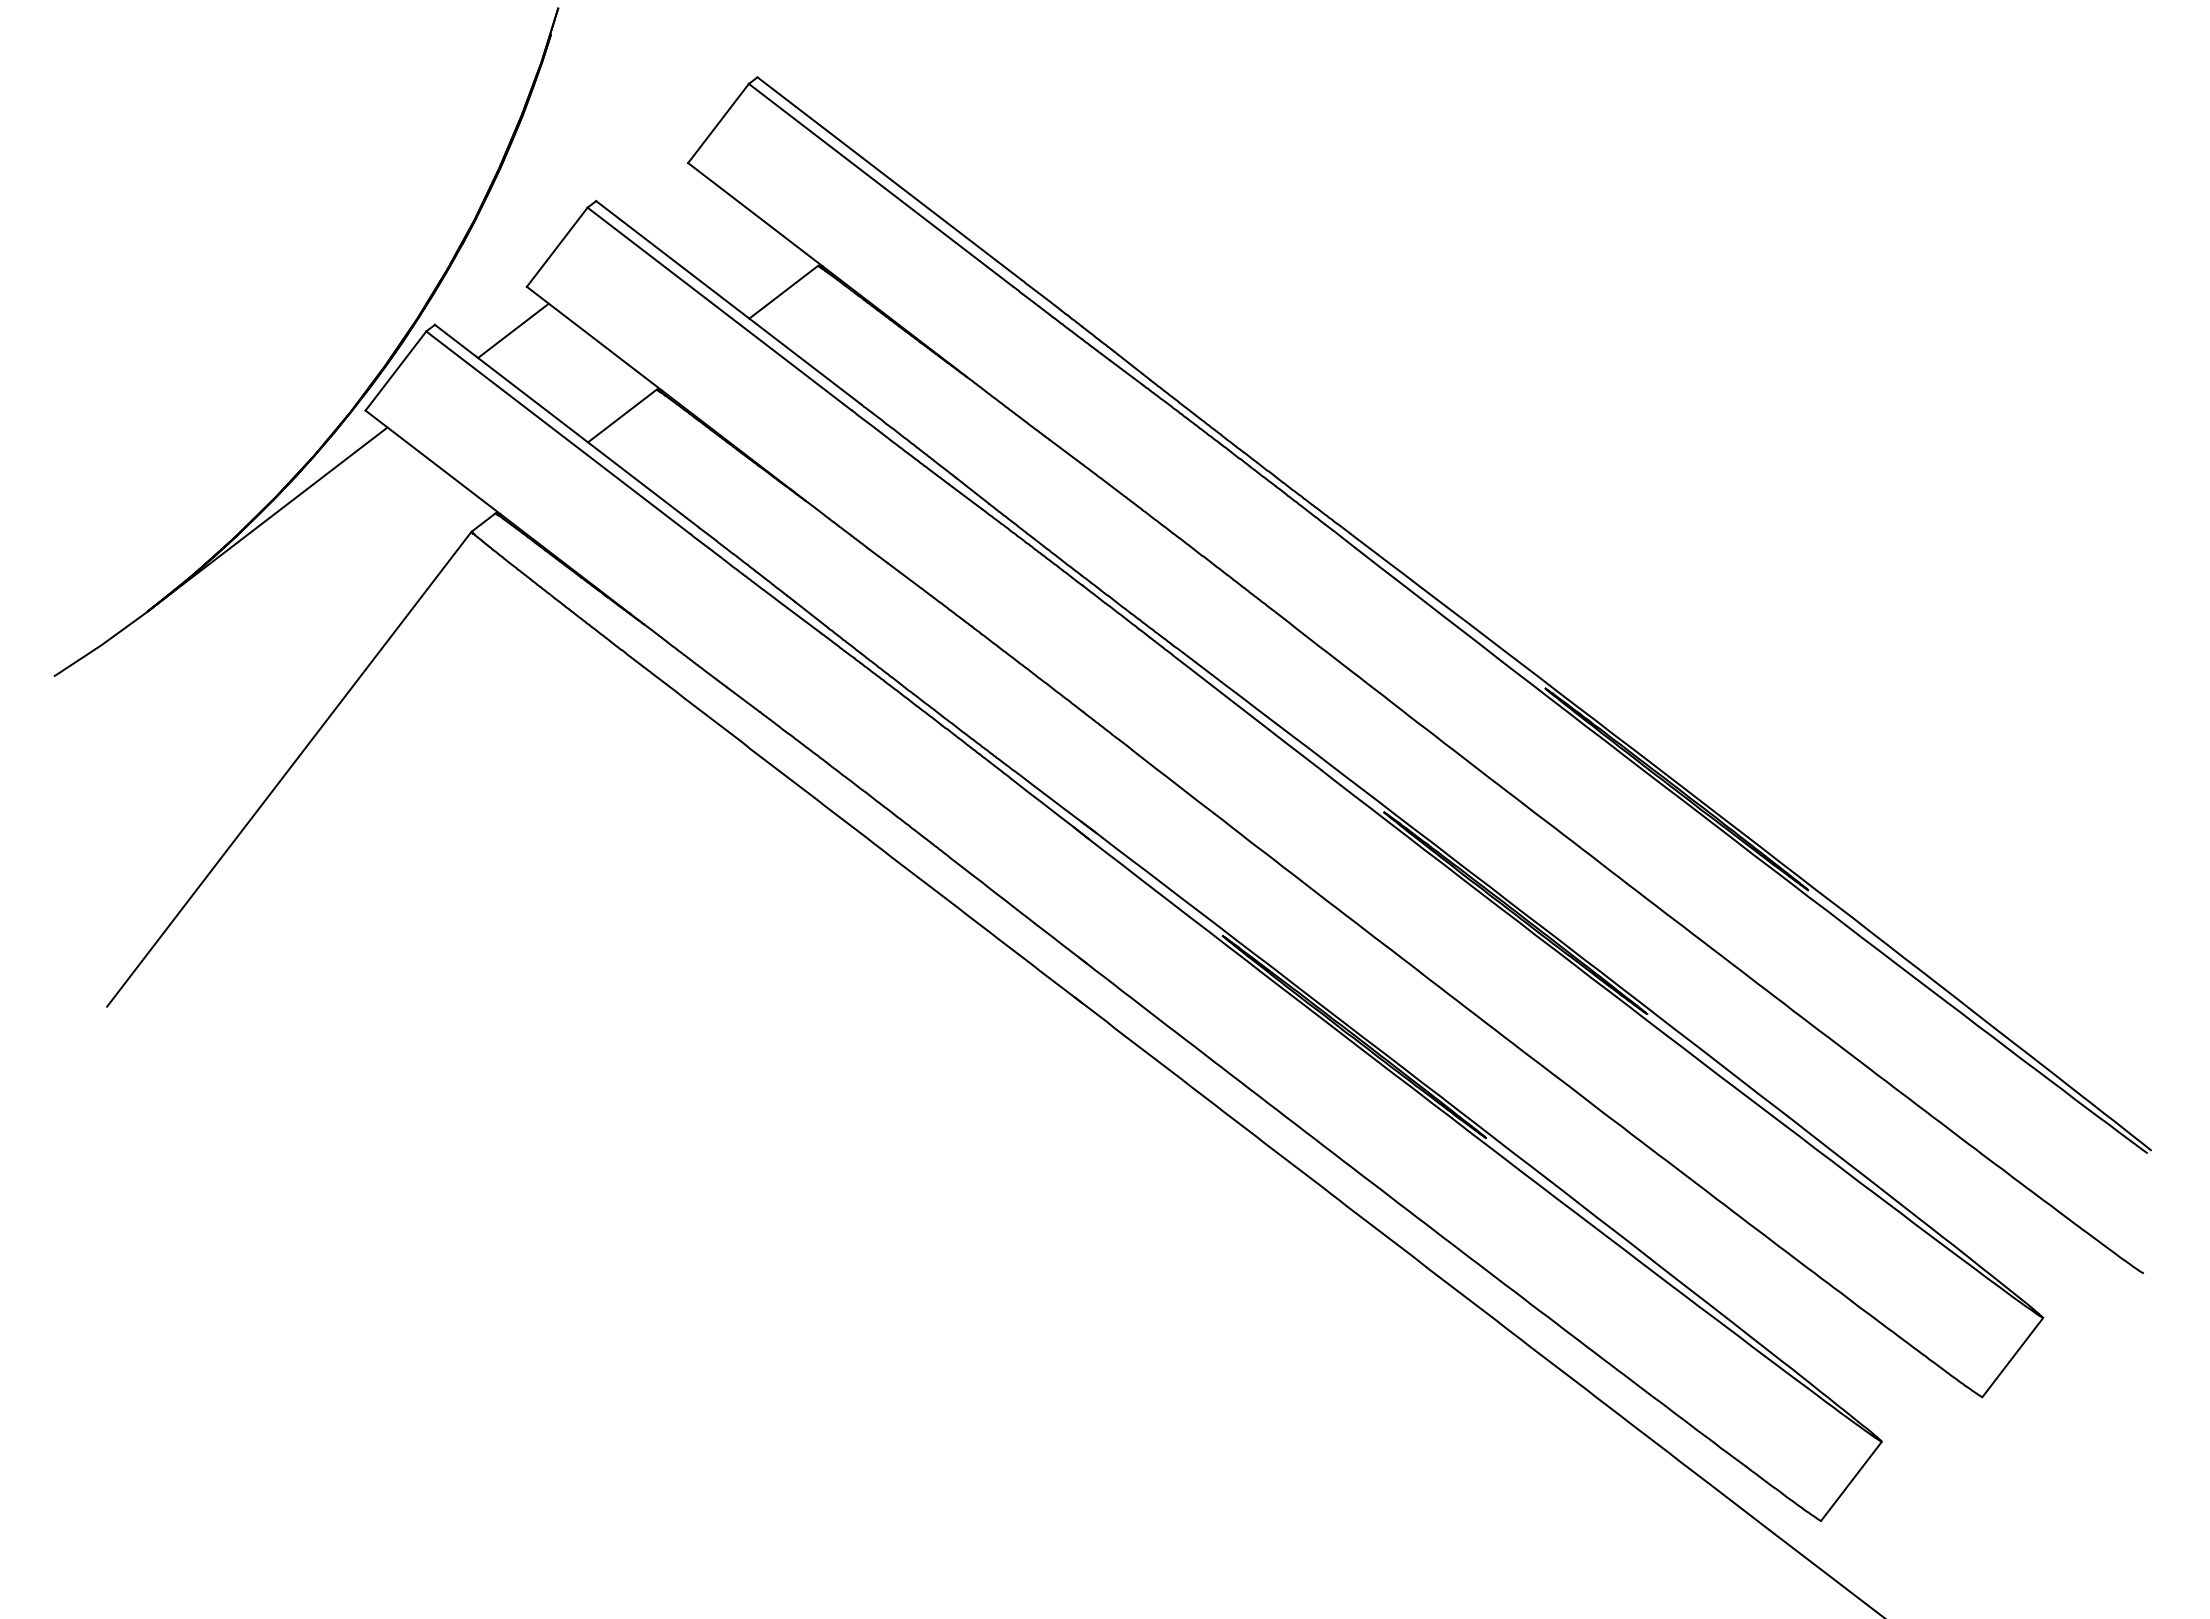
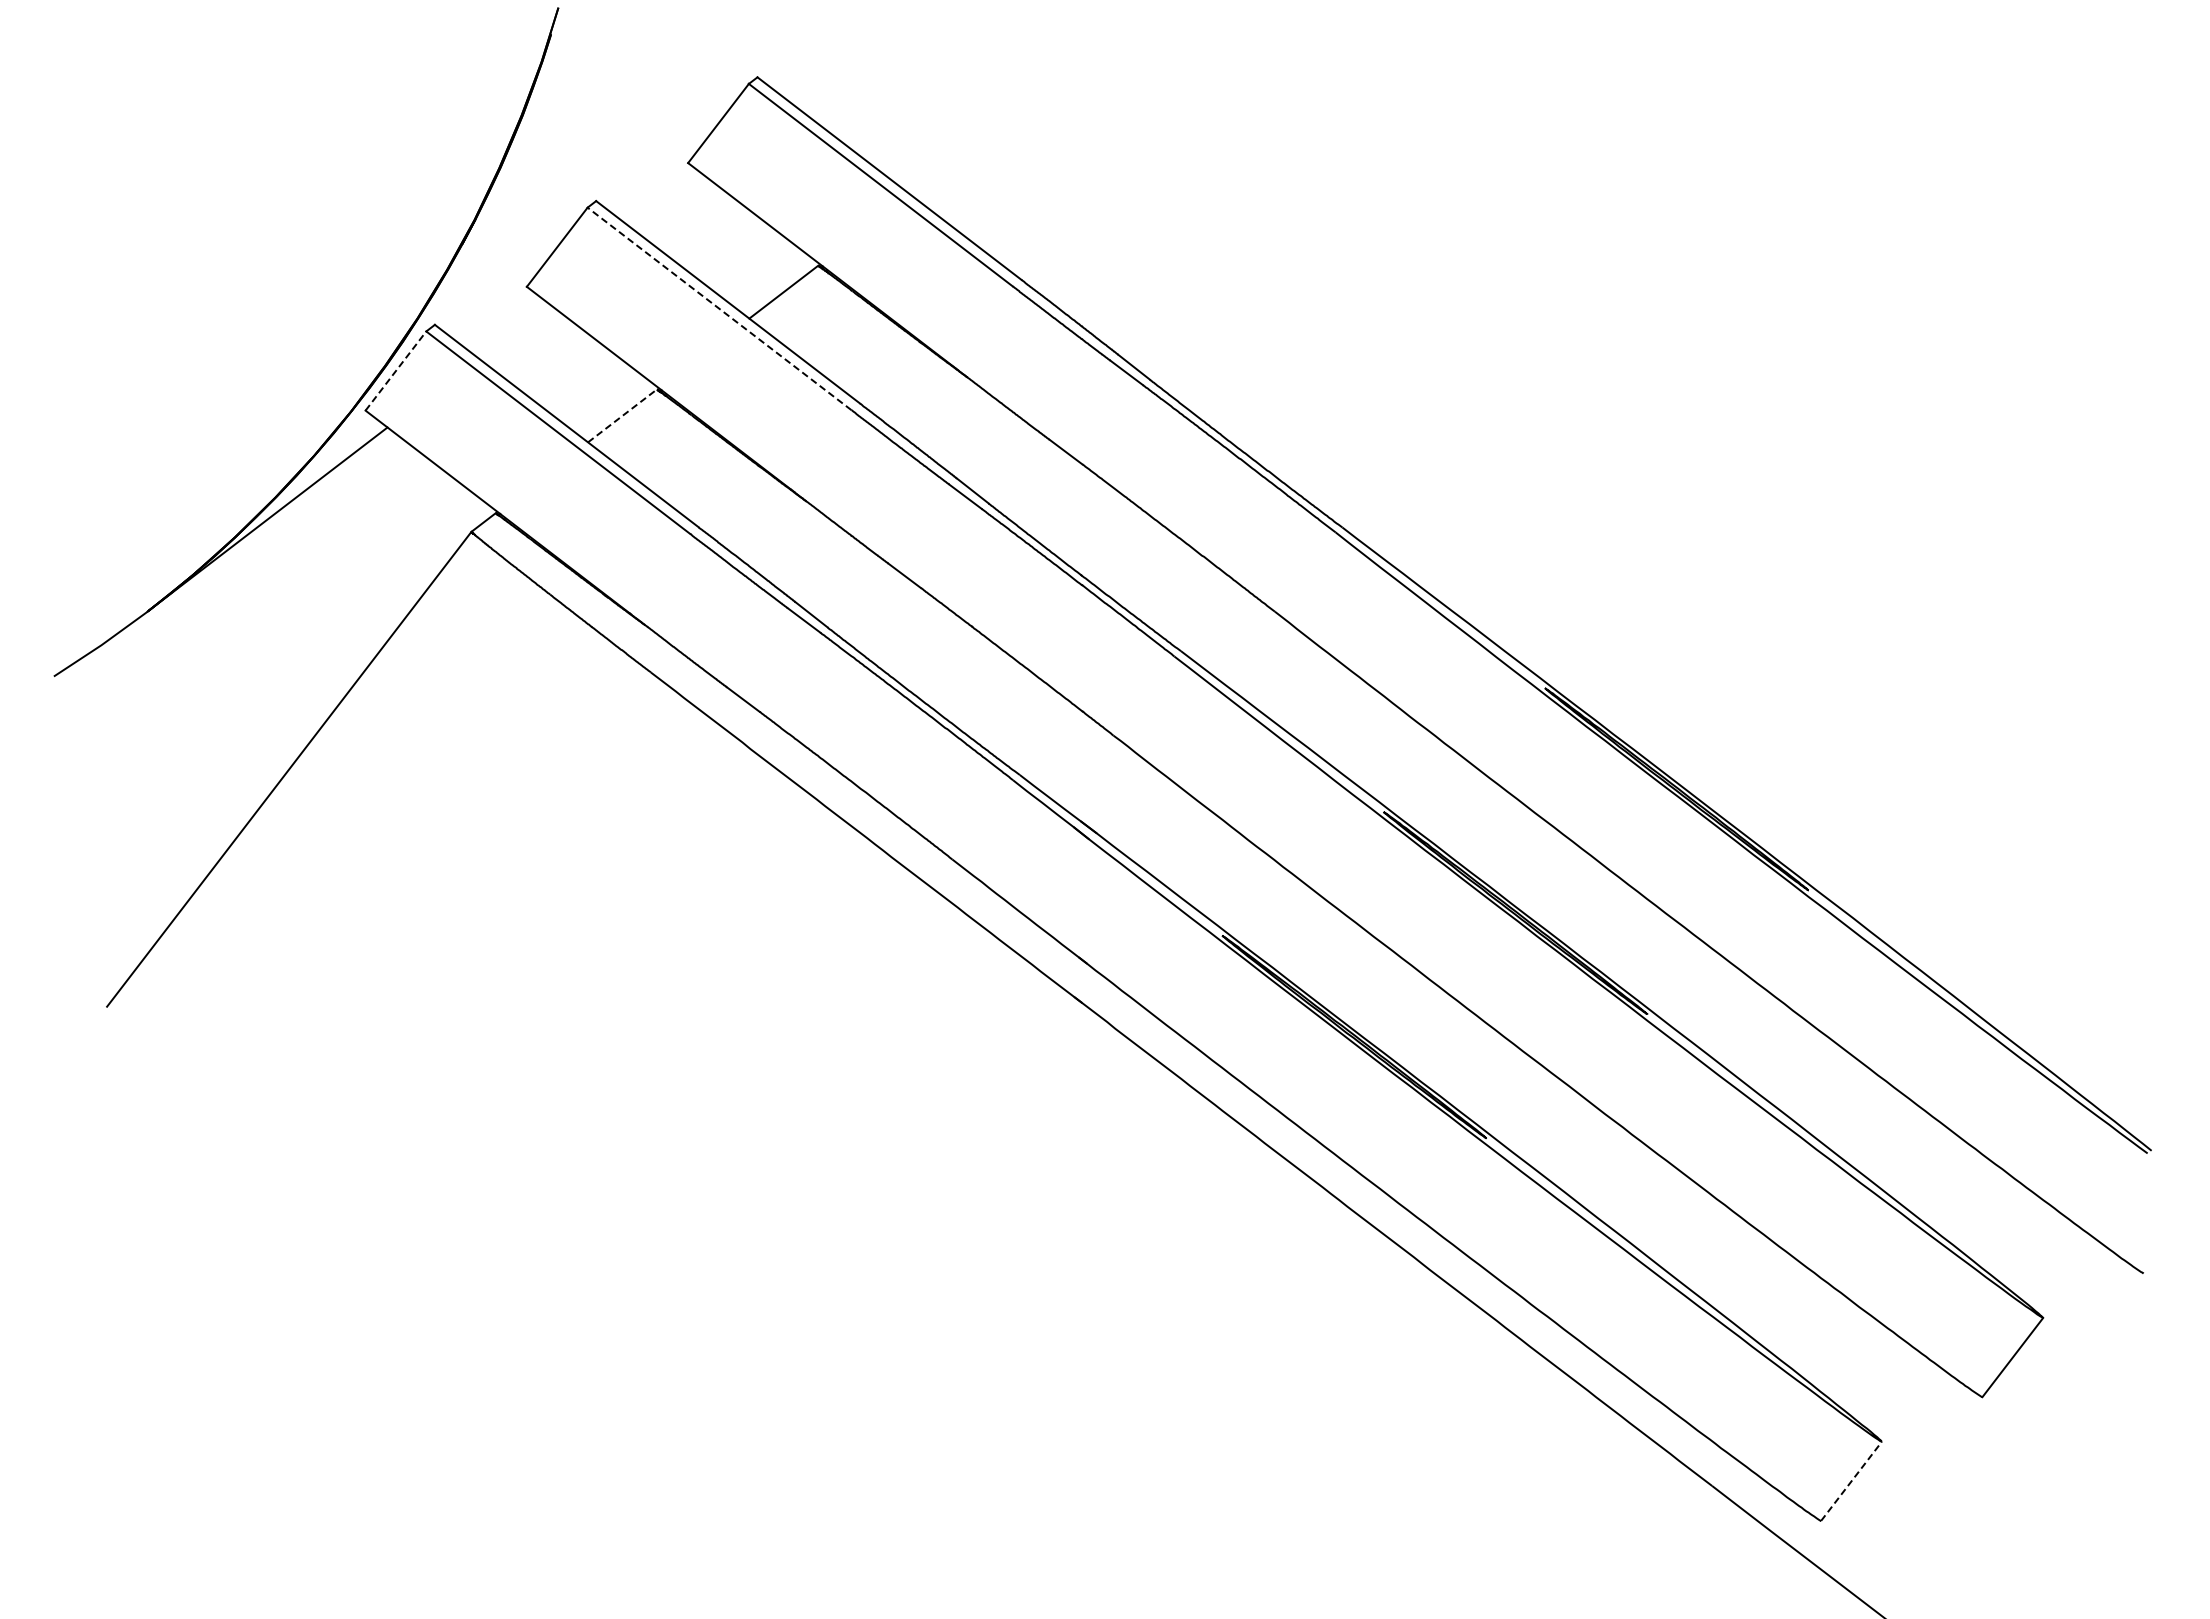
line at (719, 308): solid -> dashed
line at (513, 330): present -> none
line at (395, 371): solid -> dashed
line at (622, 415): solid -> dashed
line at (1851, 1481): solid -> dashed
